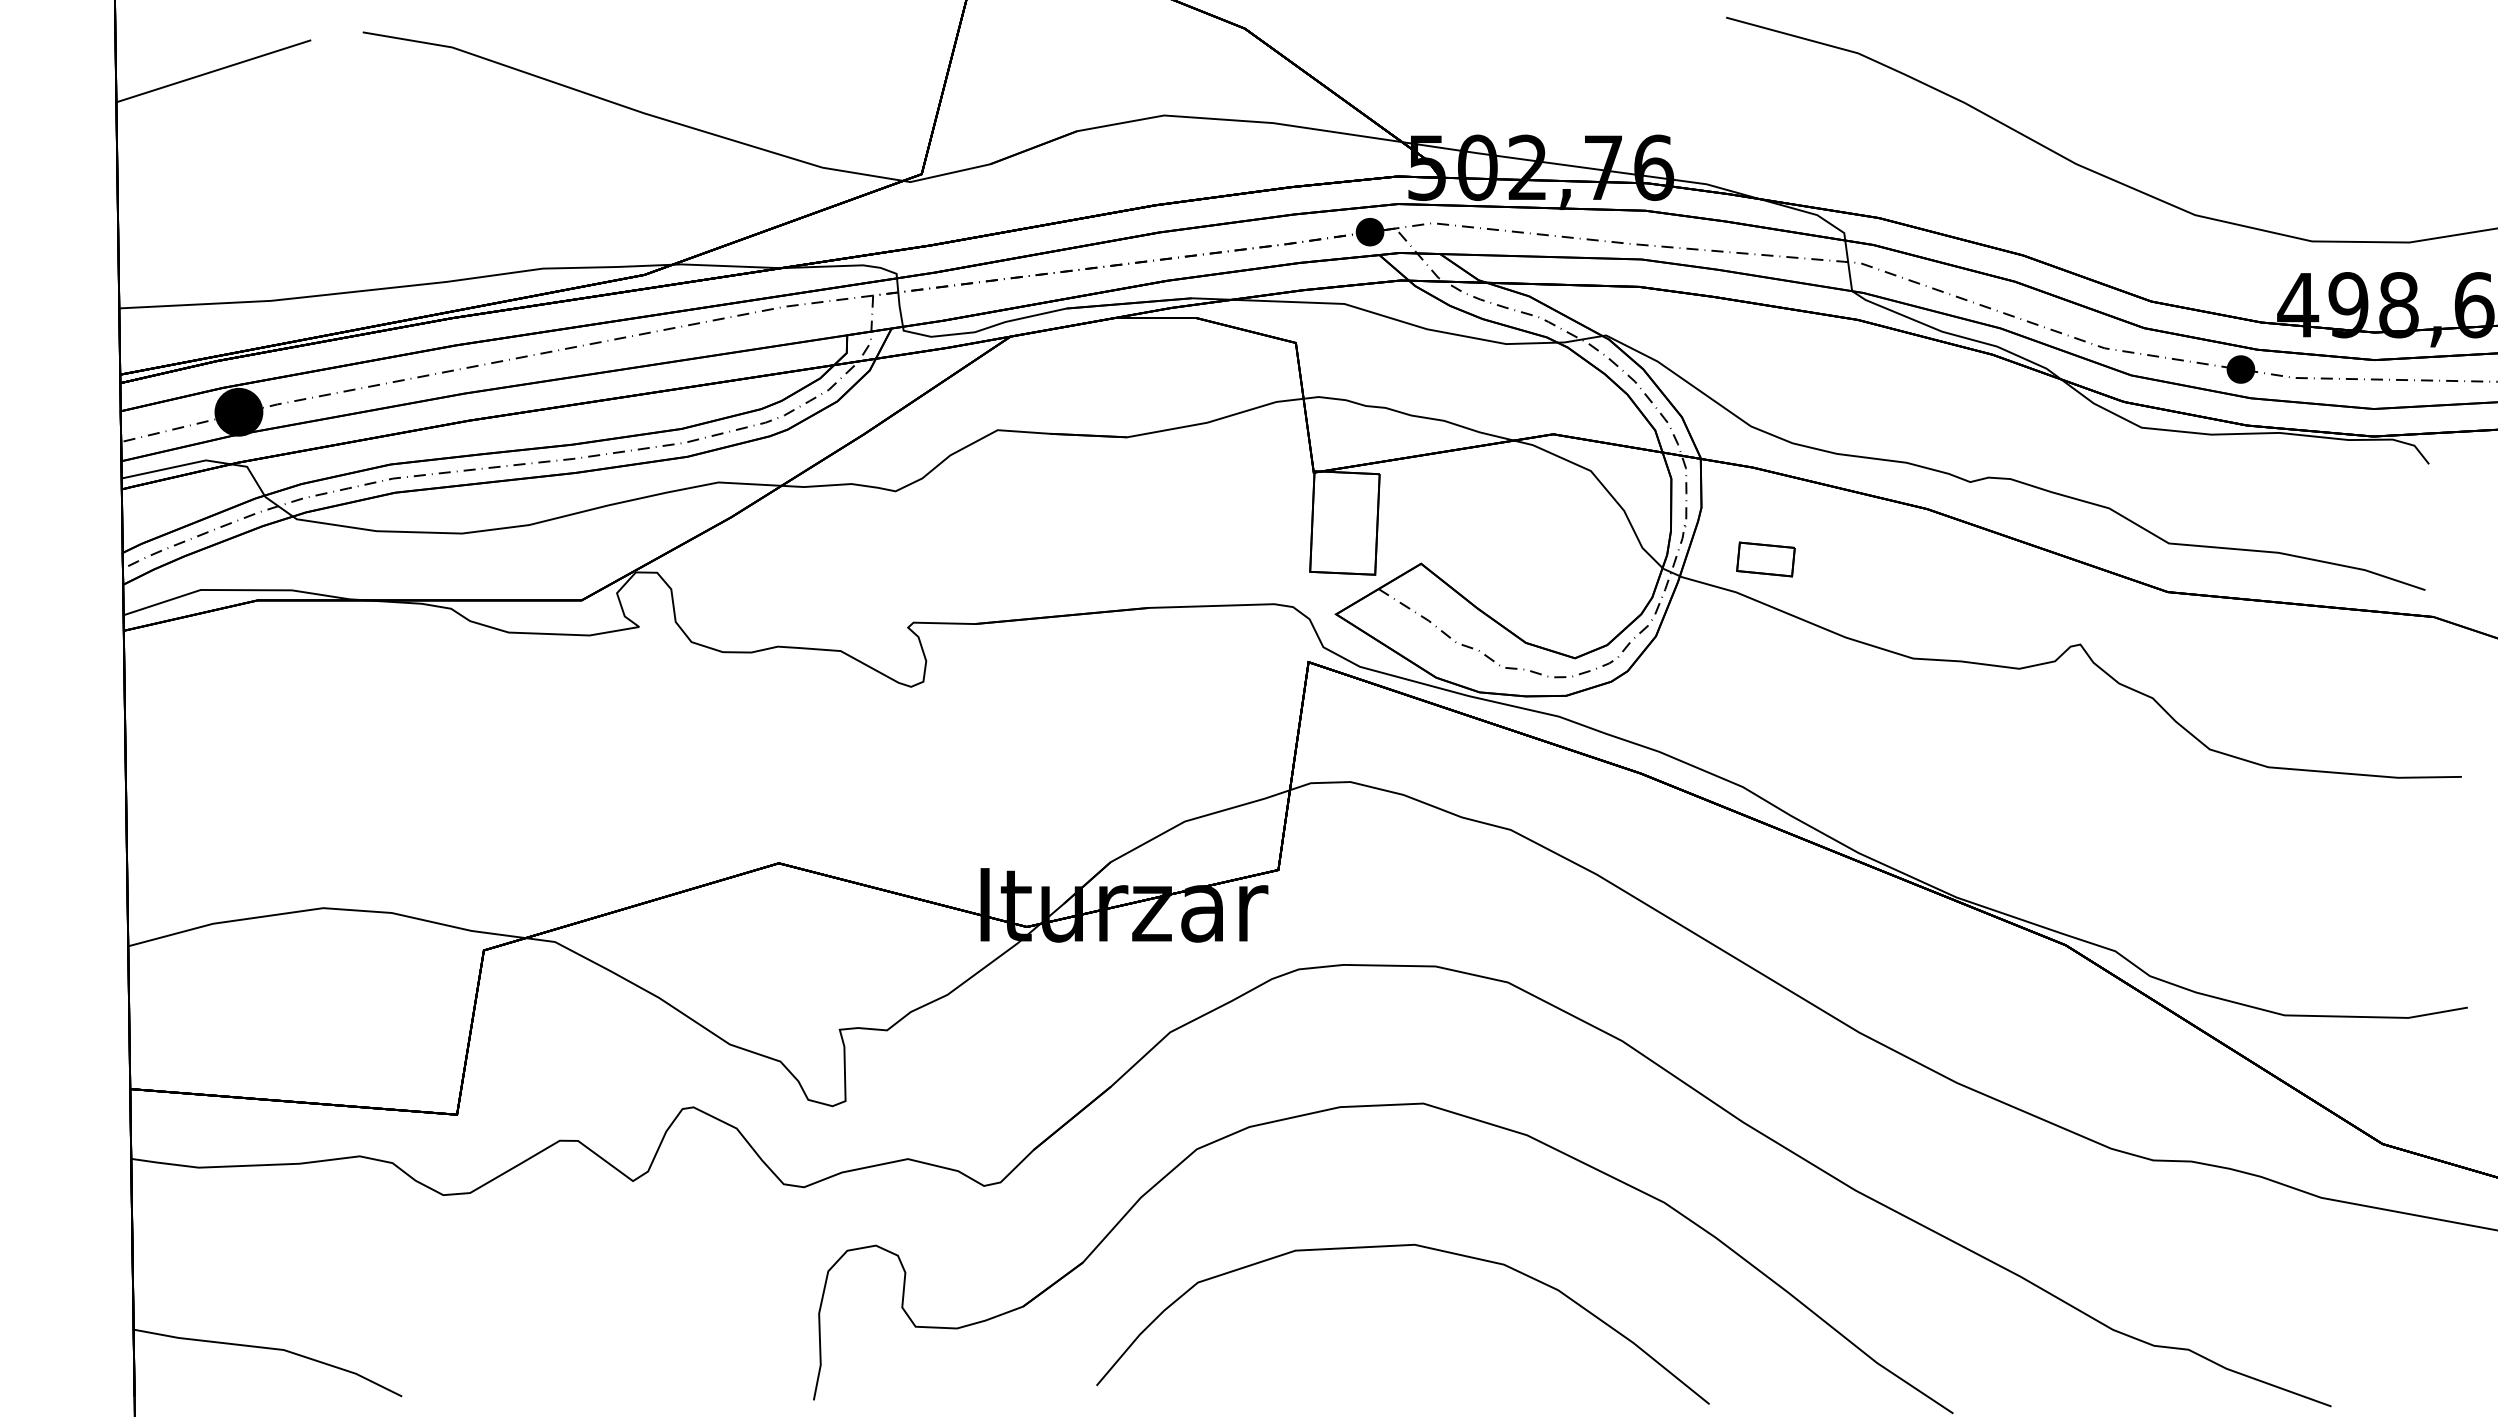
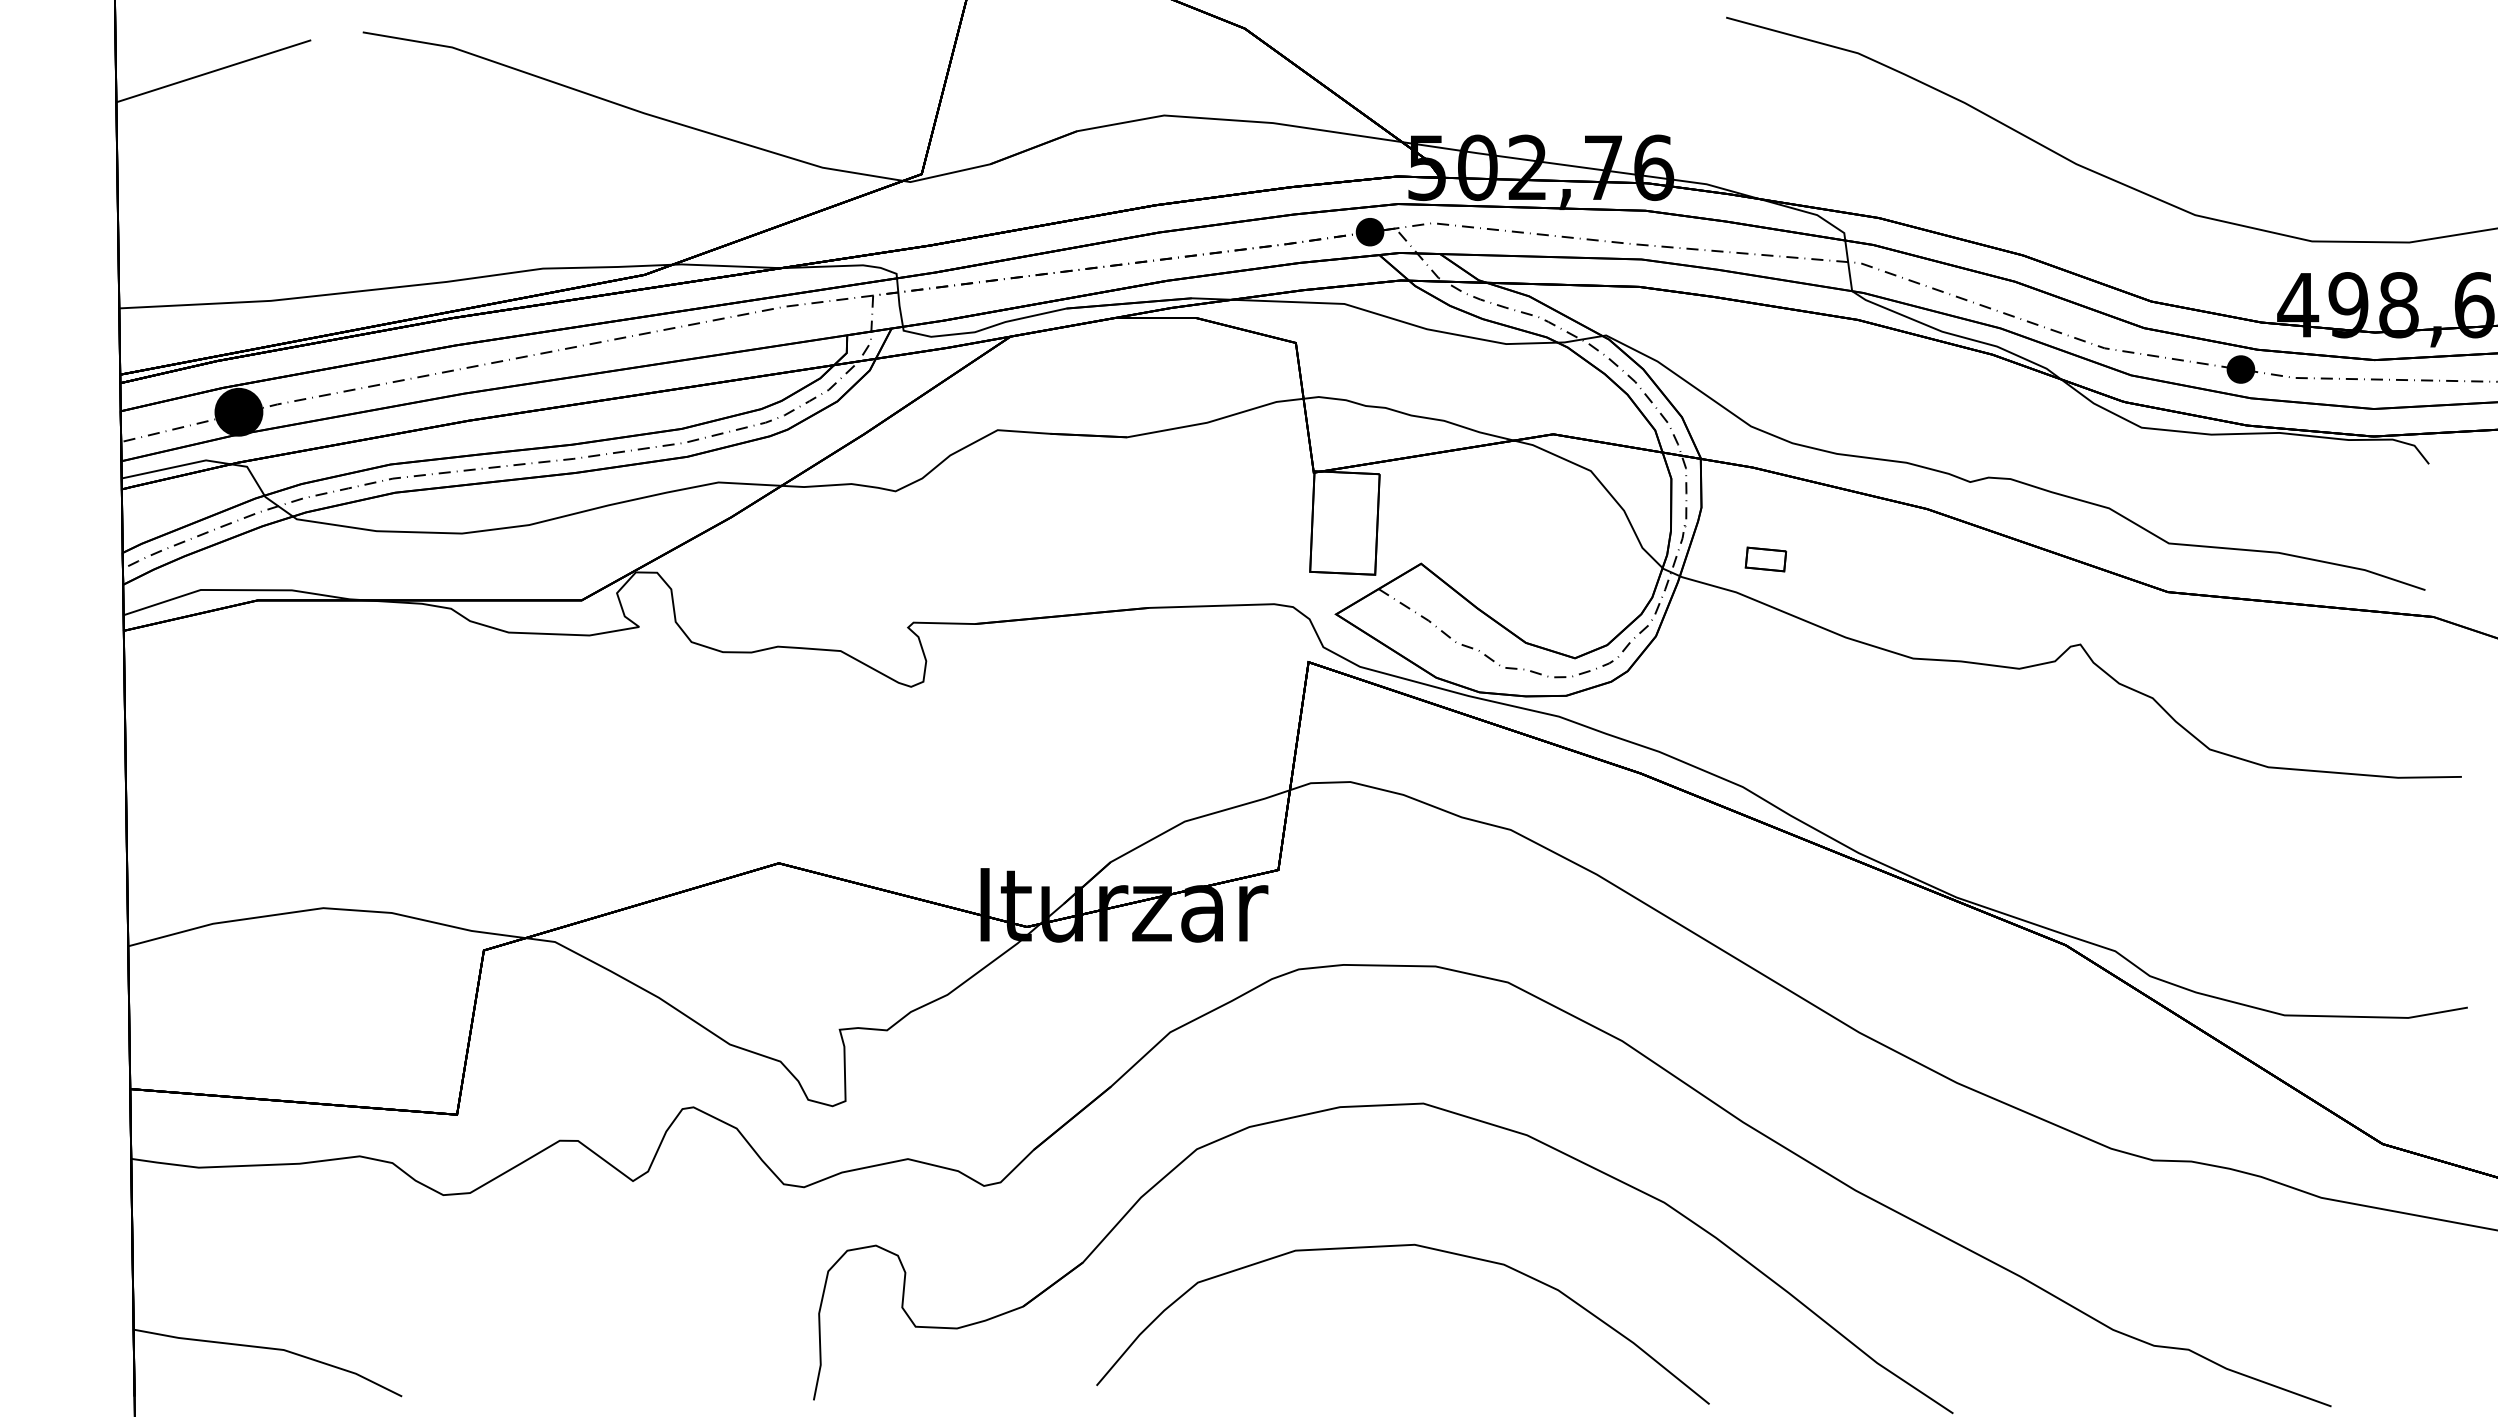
part at (1765, 559) size: 60x37 px -> 44x27 px
